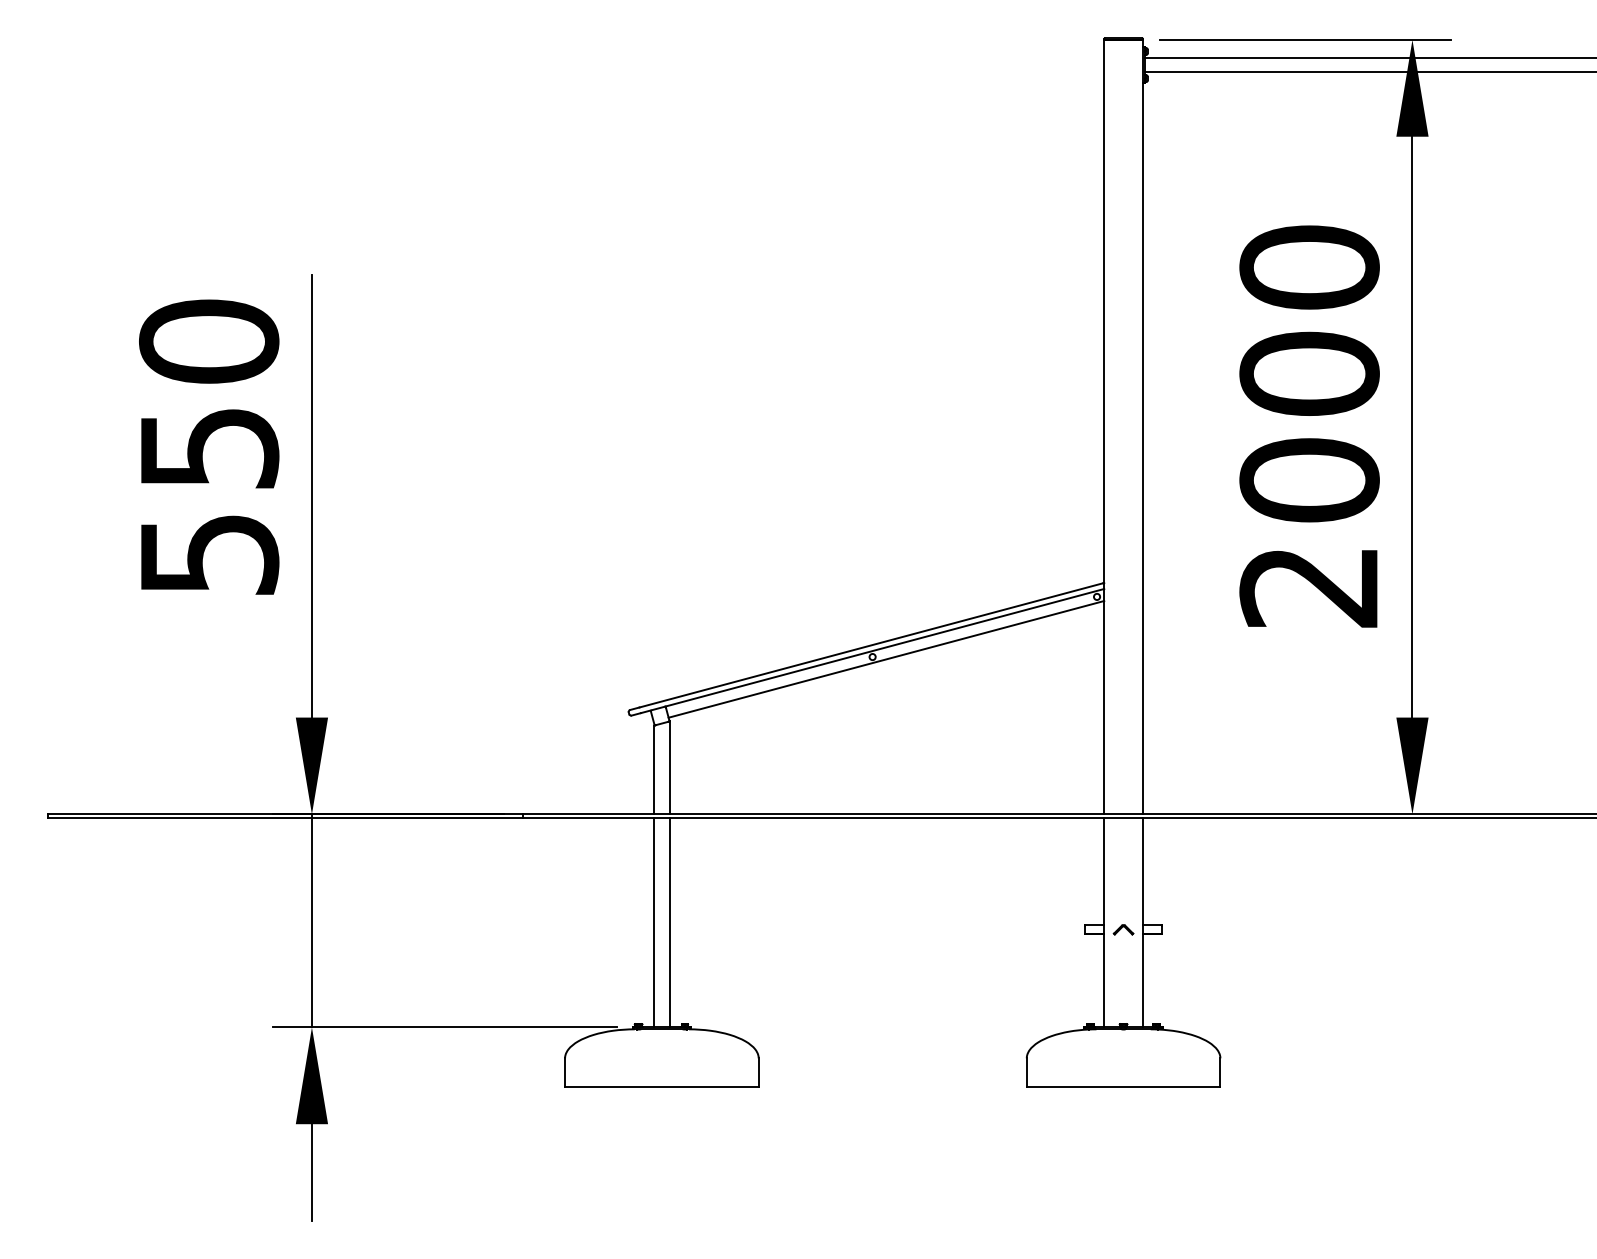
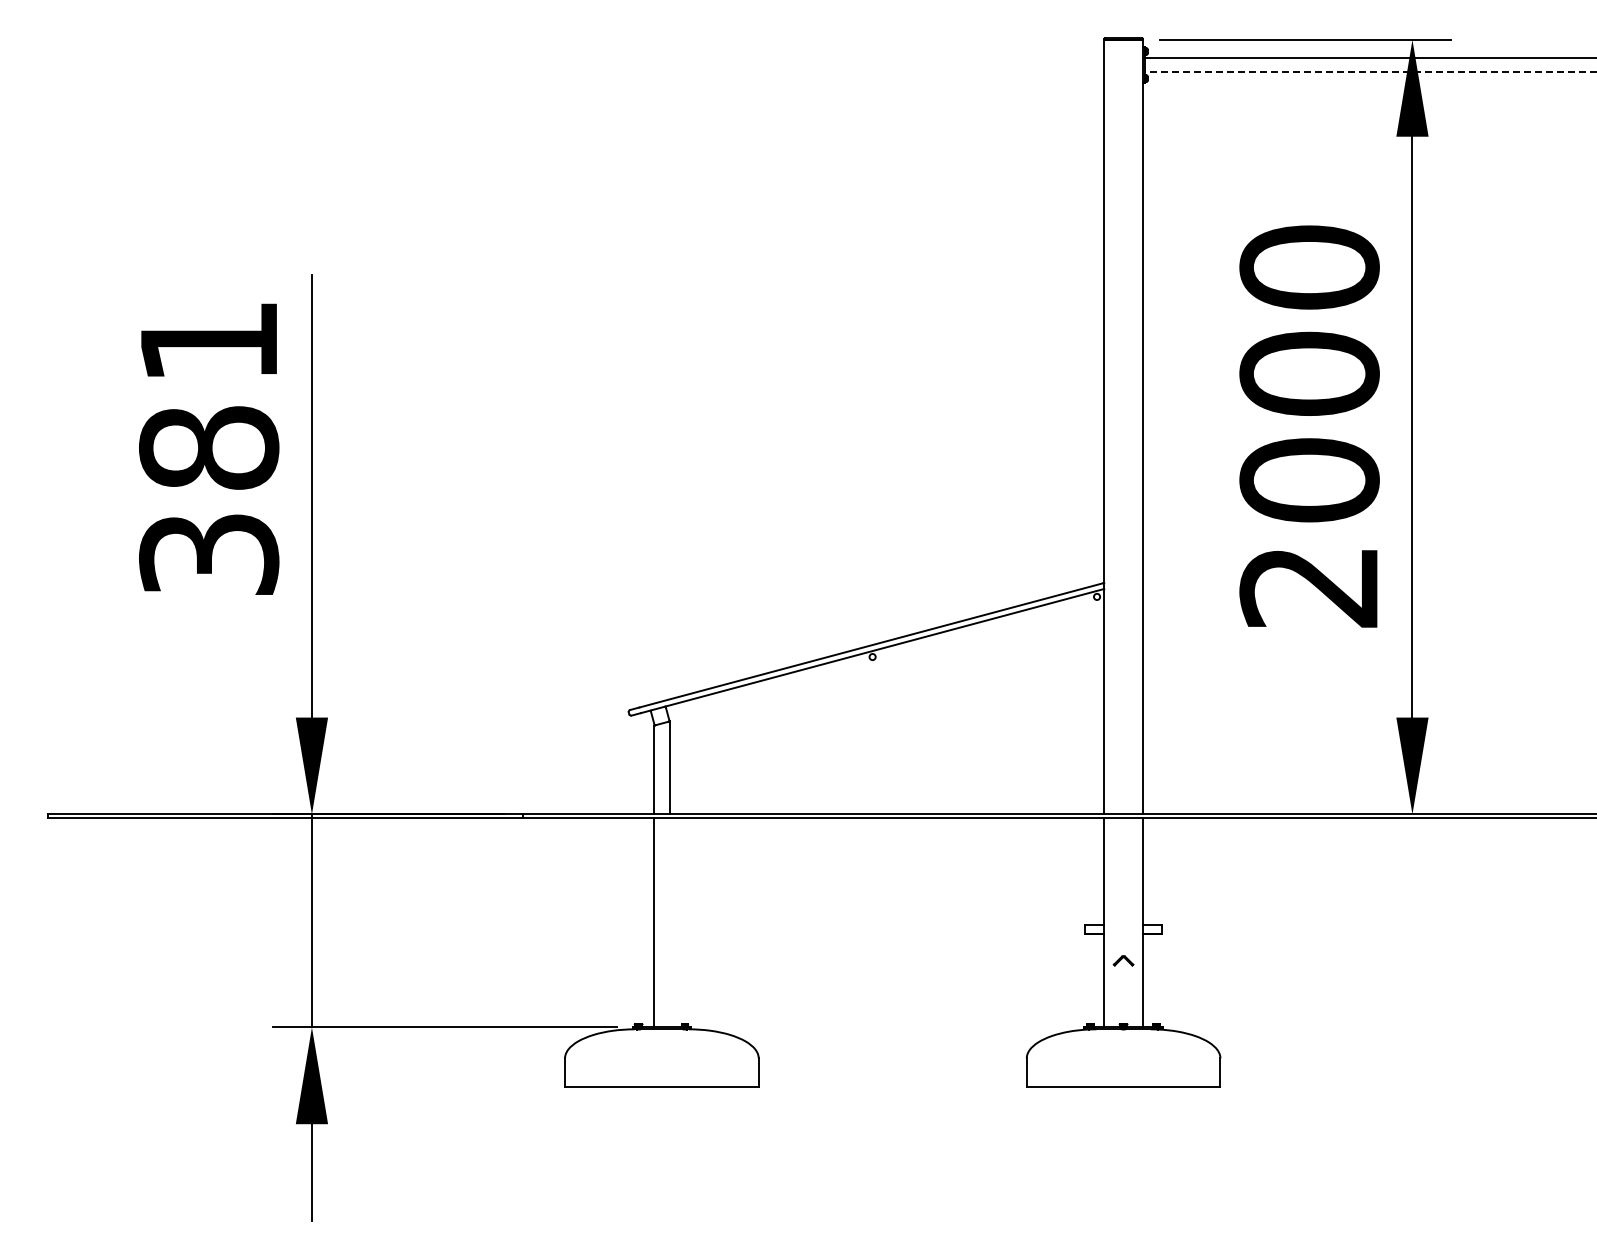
line at (1370, 72): solid -> dashed
text at (209, 446): 550 -> 381
line at (886, 659): present -> none
line at (669, 922): present -> none
part at (1123, 929) position: (1123, 929) -> (1123, 960)
